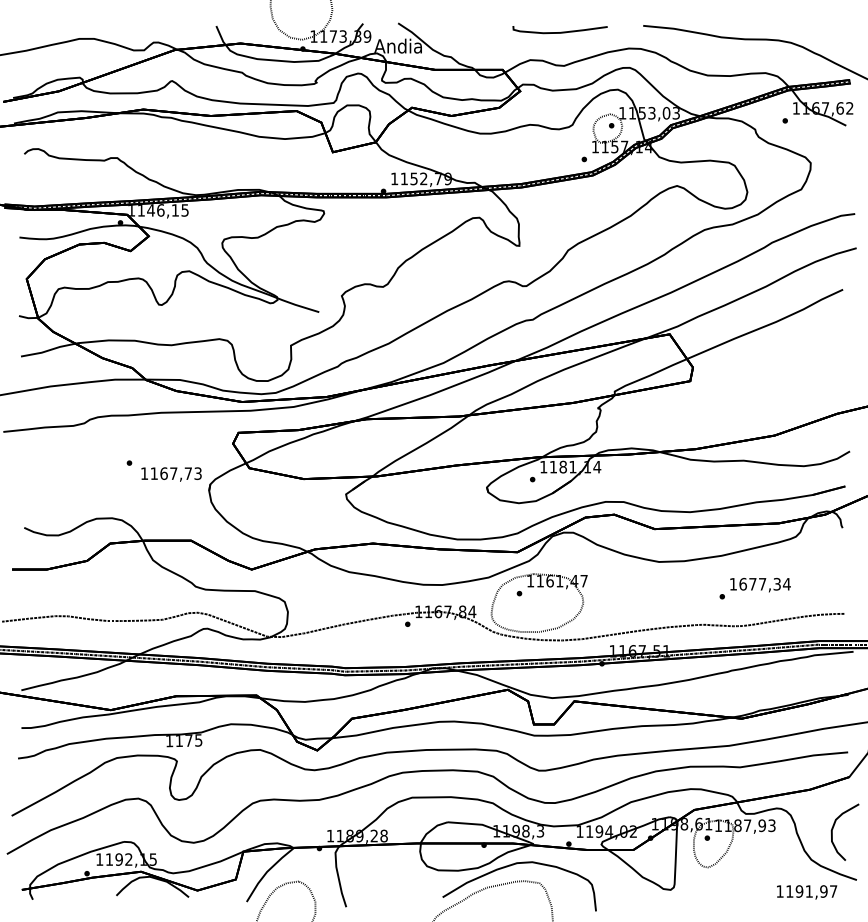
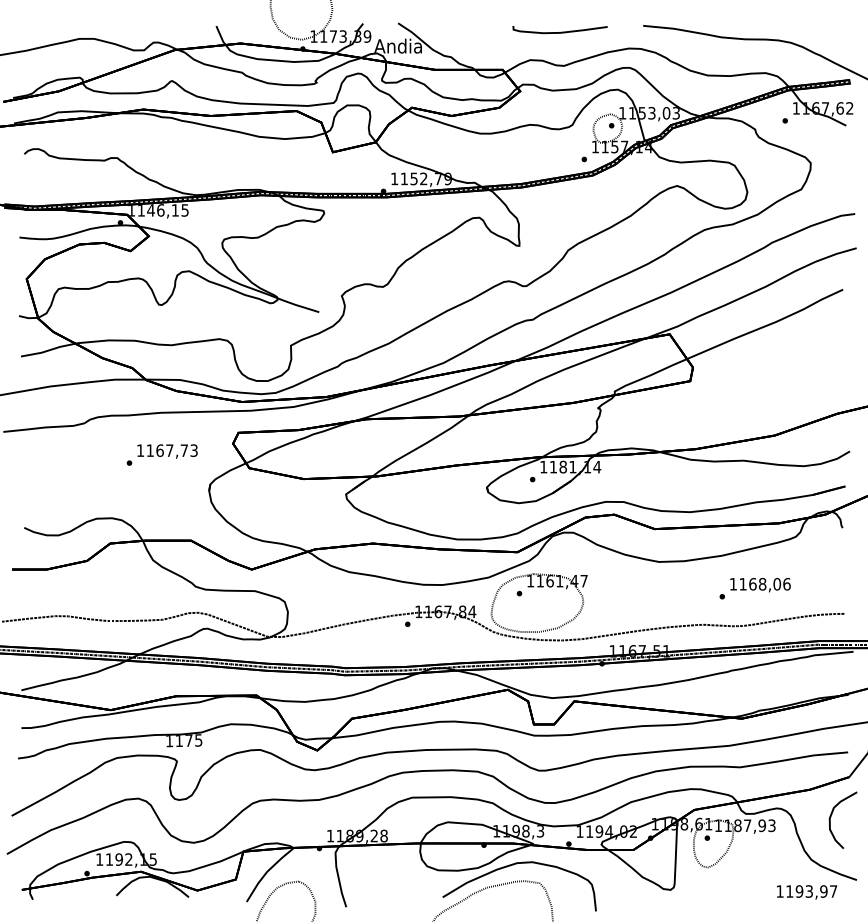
text at (171, 474) position: (171, 474) -> (167, 451)
text at (764, 583): 1677,34 -> 1168,06
curve at (834, 826) position: (834, 826) -> (832, 814)
text at (808, 891): 1191,97 -> 1193,97
